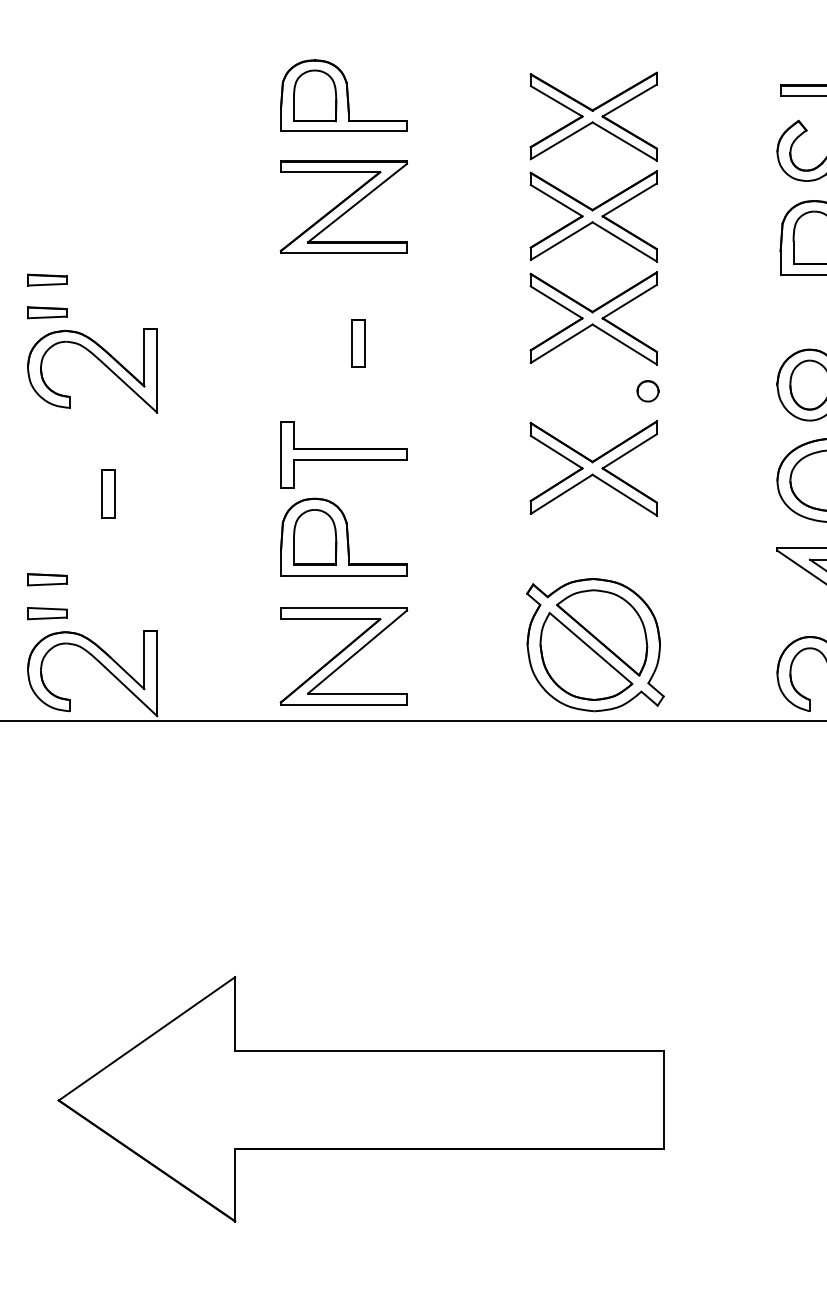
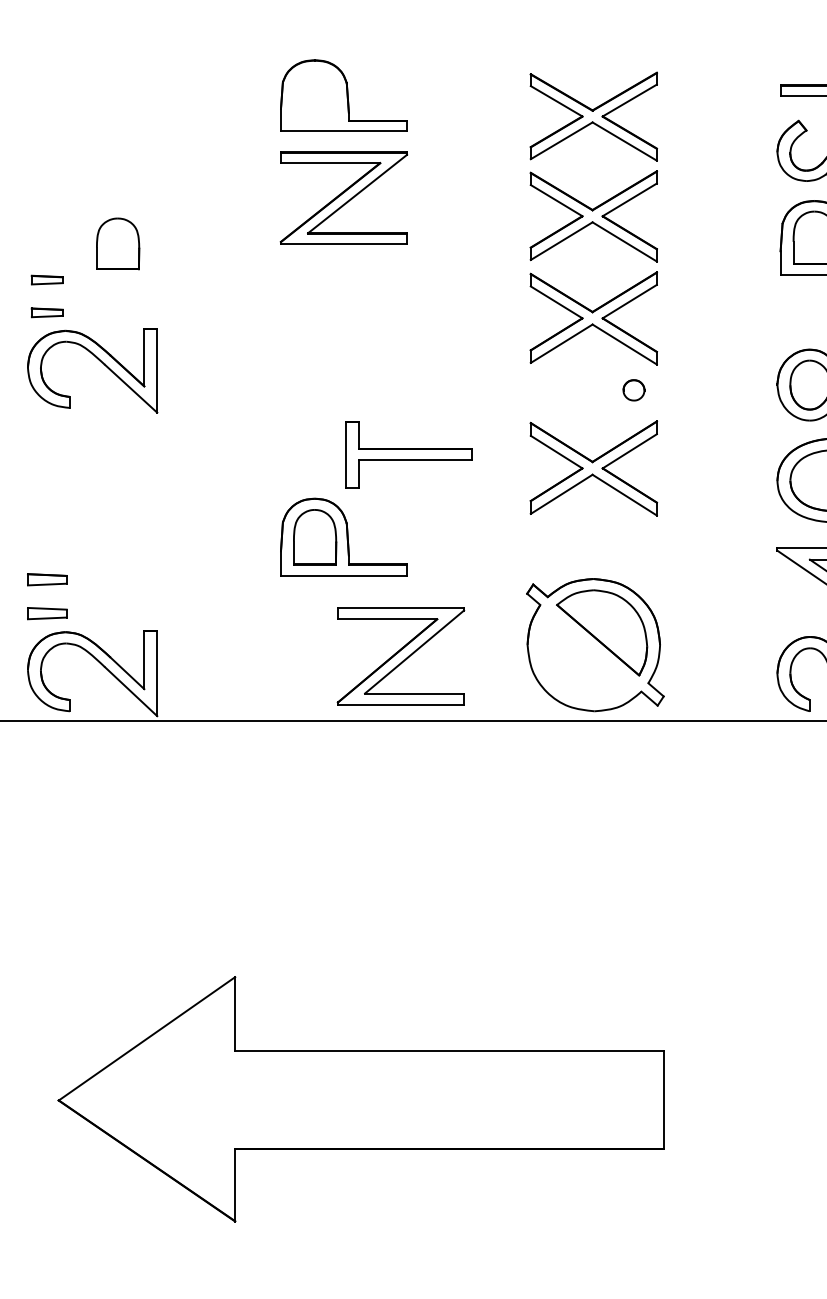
part at (315, 95) position: (315, 95) -> (118, 243)
part at (343, 206) position: (343, 206) -> (343, 197)
part at (47, 279) size: 41x14 px -> 34x12 px
part at (47, 312) size: 41x14 px -> 34x12 px
part at (358, 343): present -> none
part at (647, 391) position: (647, 391) -> (633, 390)
part at (343, 454) position: (343, 454) -> (408, 454)
part at (108, 493): present -> none
part at (343, 656) position: (343, 656) -> (400, 656)
part at (586, 656): present -> none
